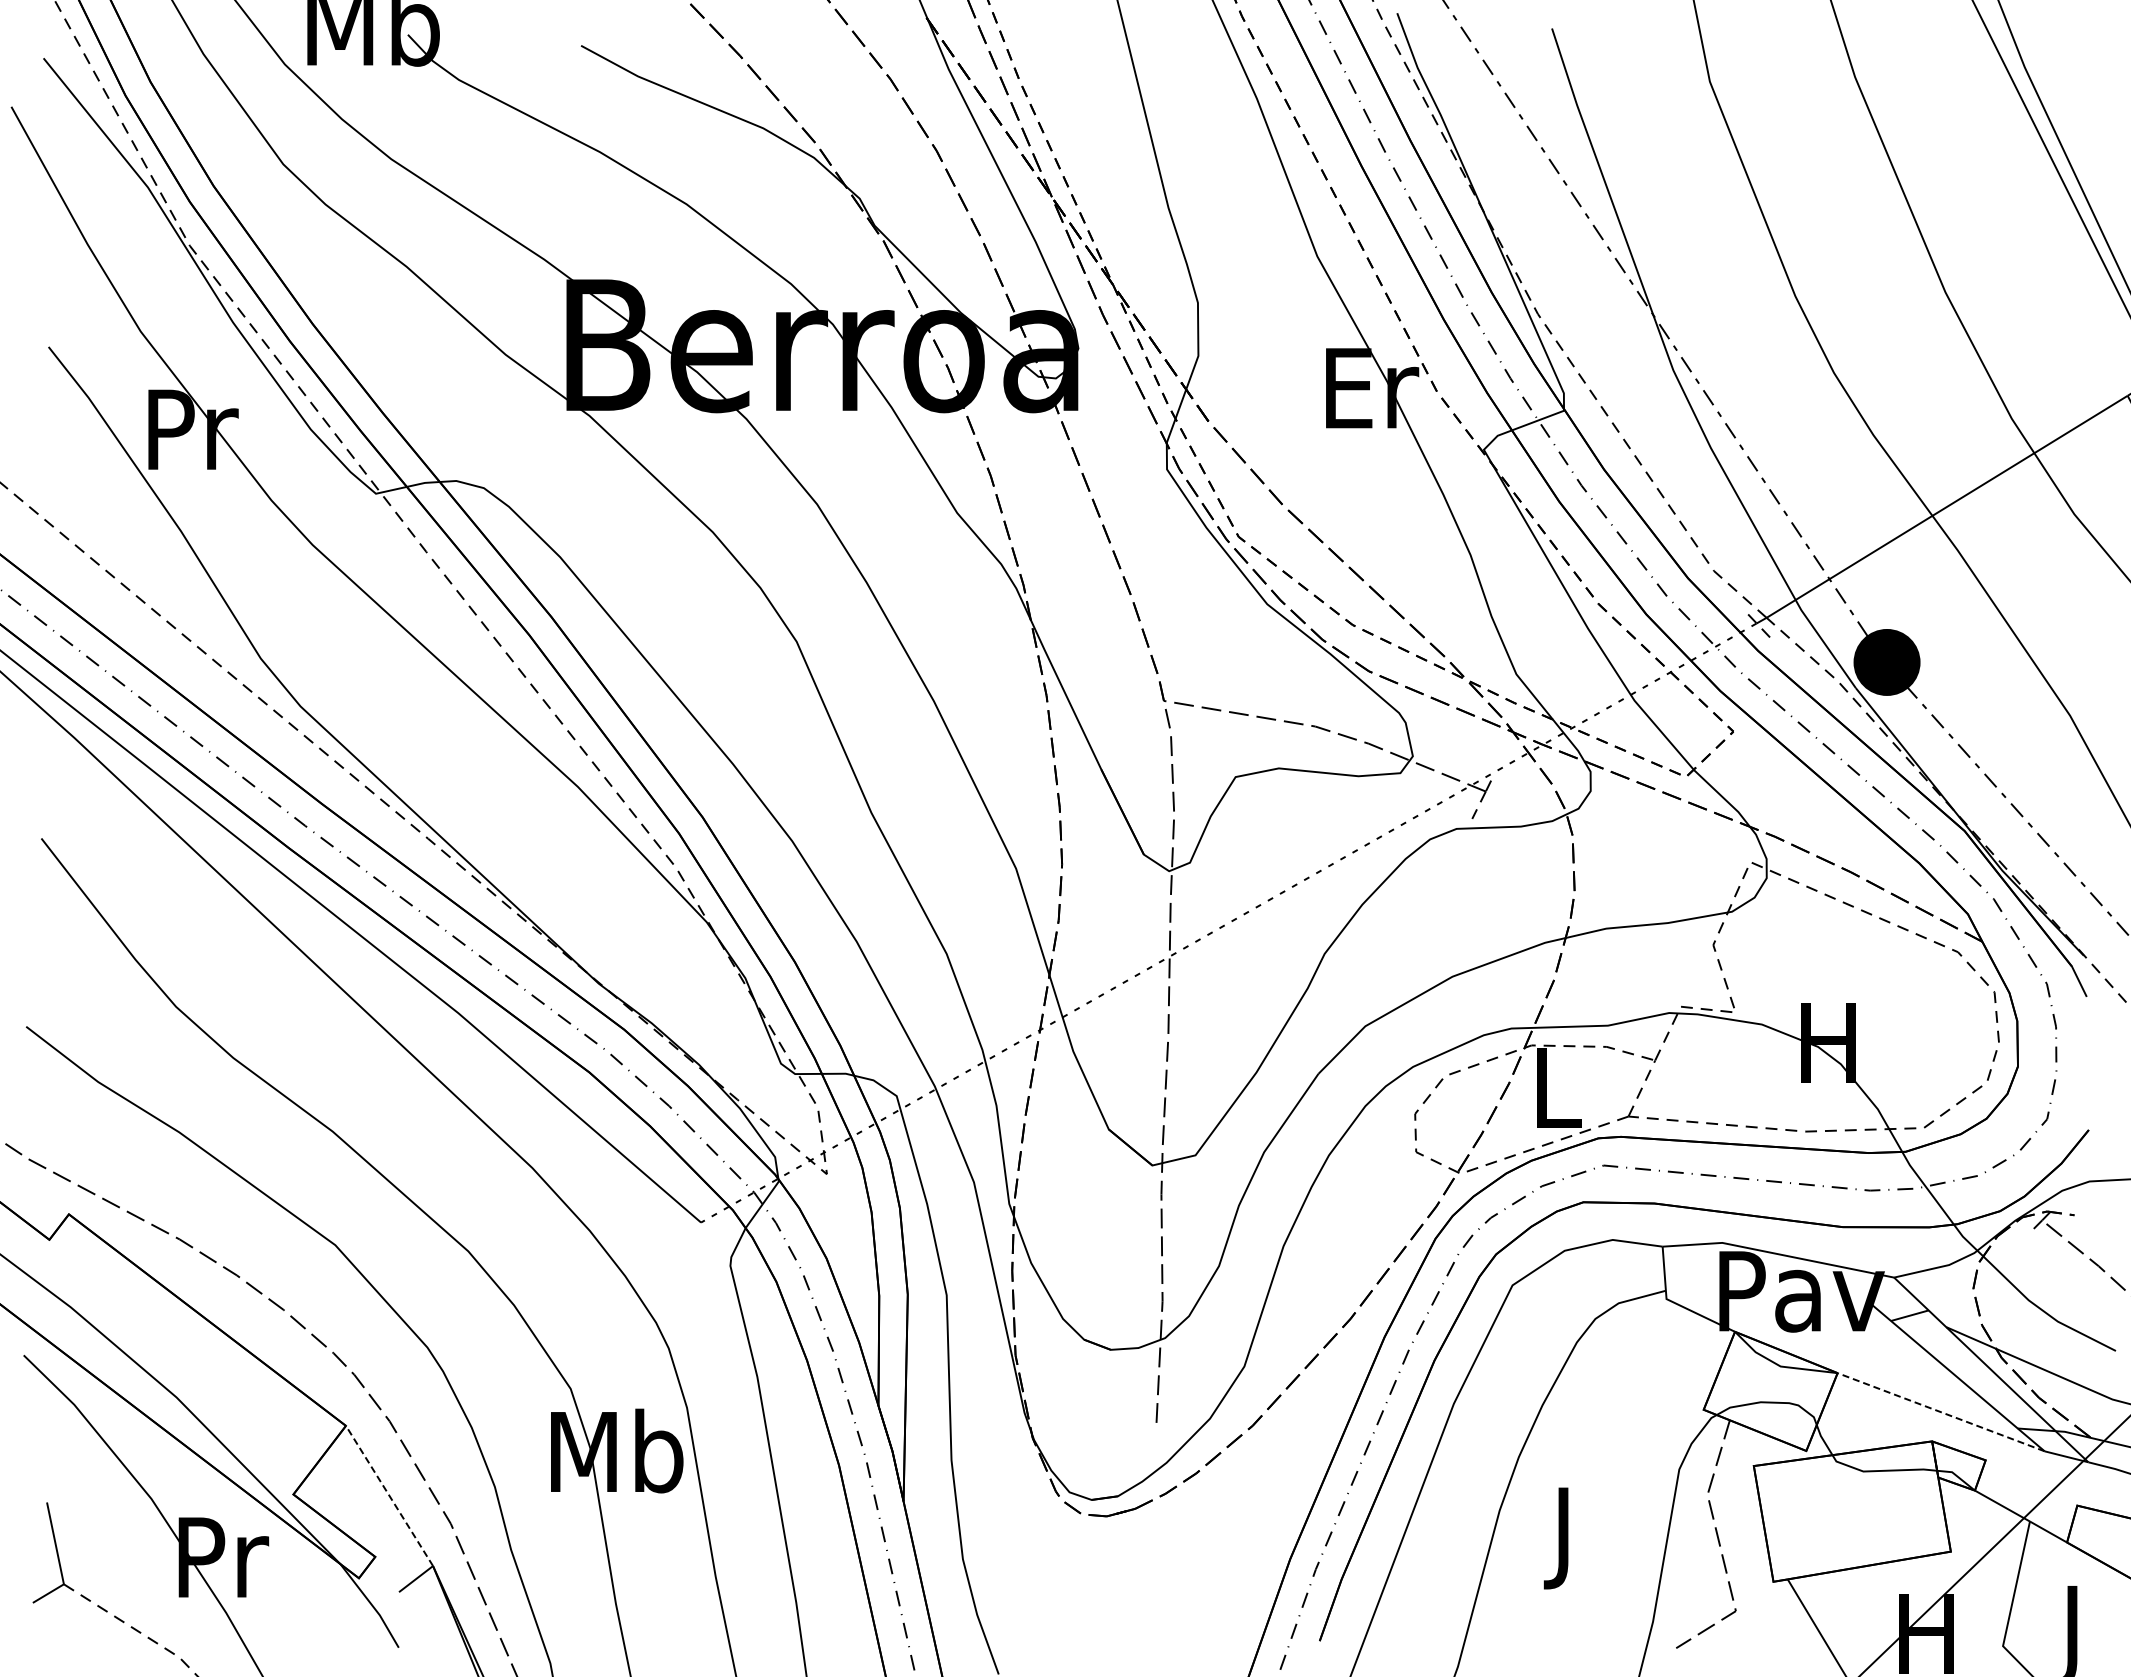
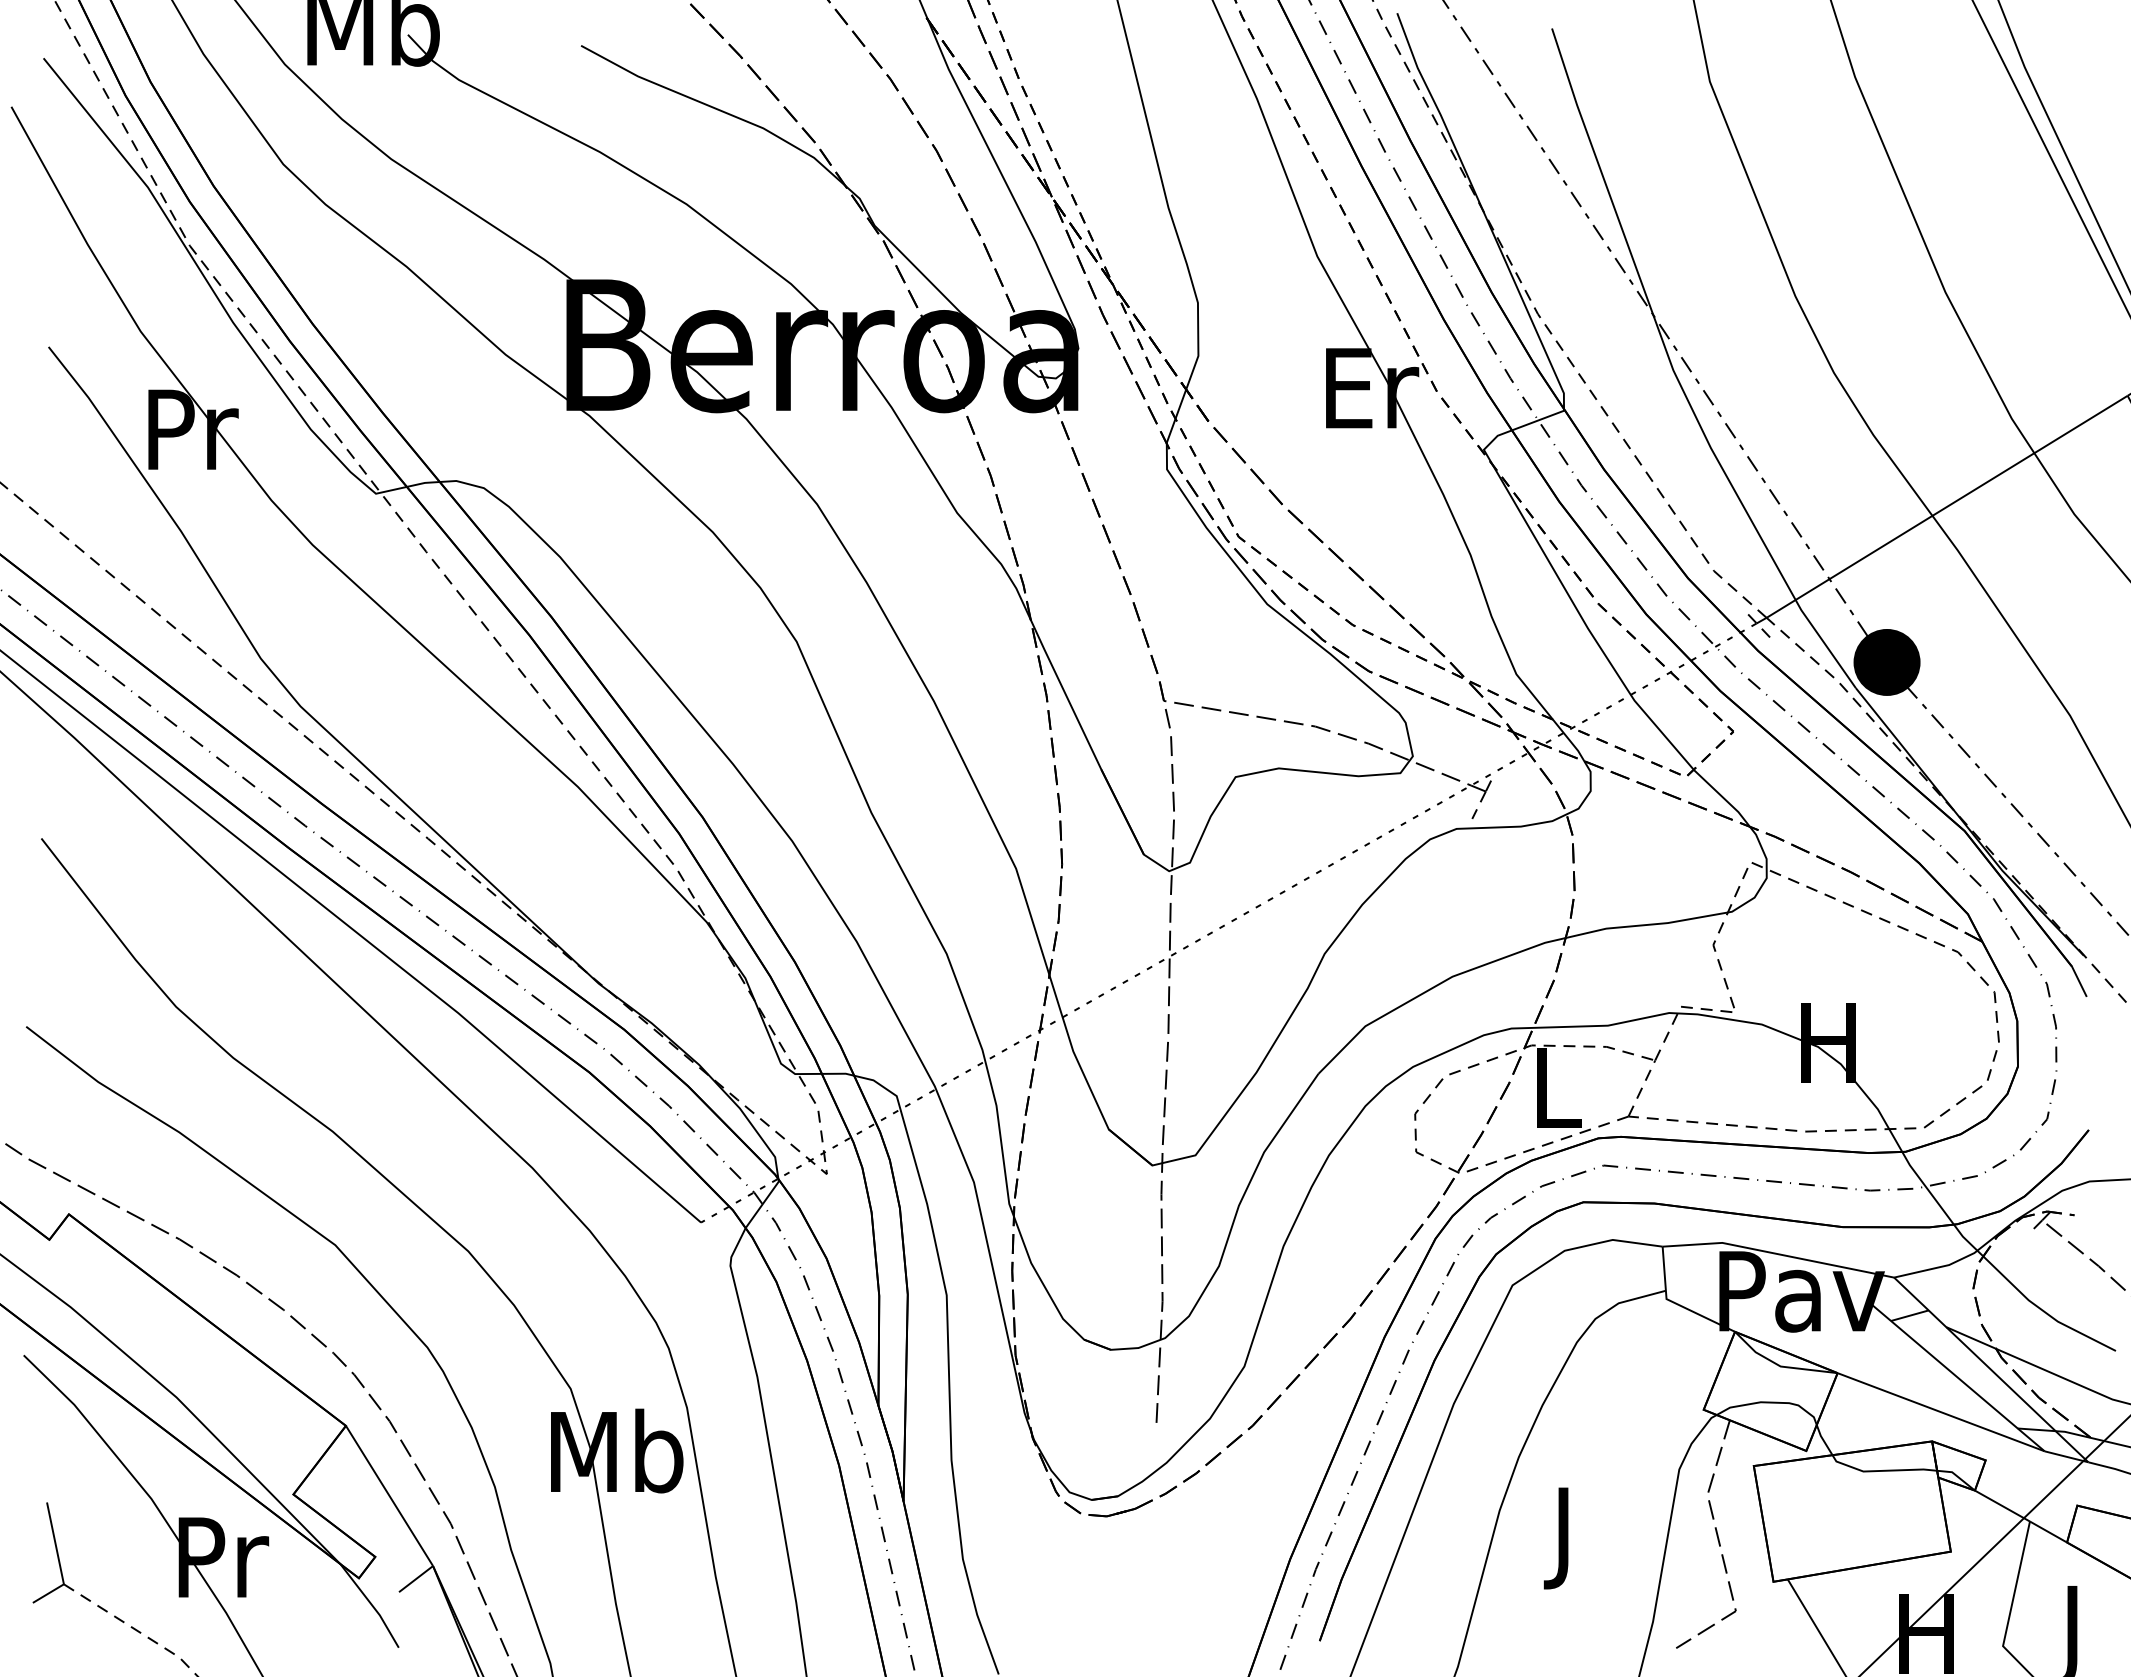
line at (1941, 1412): dashed -> solid
line at (389, 1495): dashed -> solid
